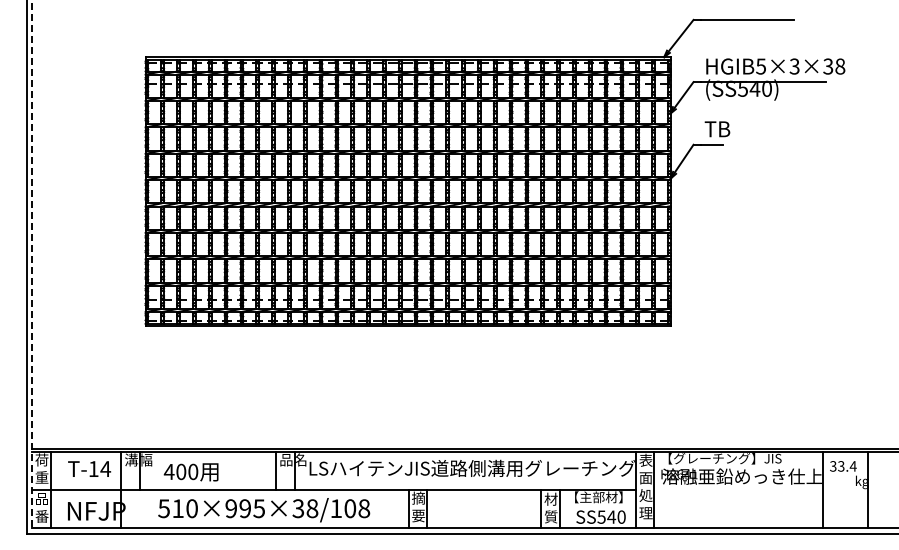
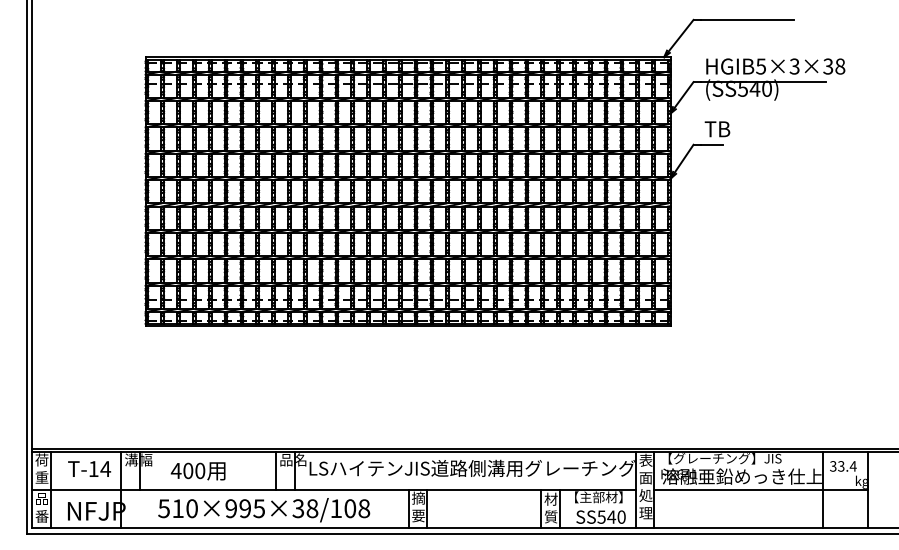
line at (32, 264): dashed -> solid
text at (190, 472) position: (190, 472) -> (197, 471)
line at (761, 490): none -> present
